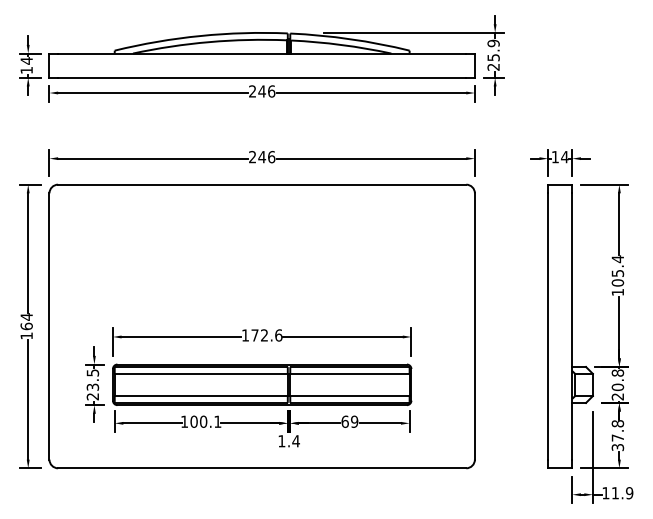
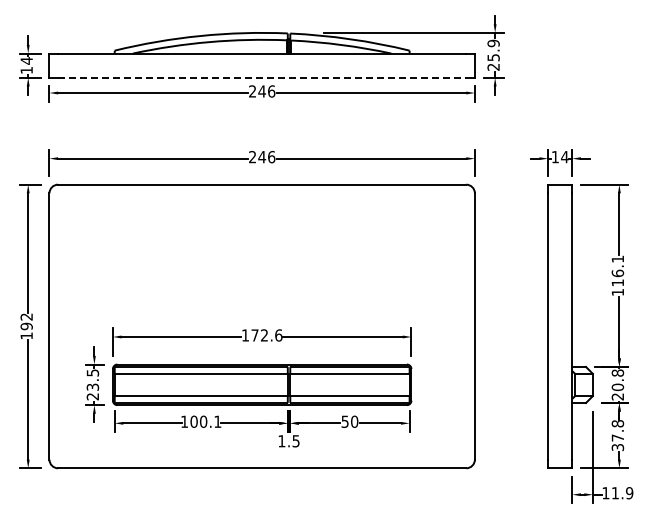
line at (262, 77): solid -> dashed
text at (617, 270): 105.4 -> 116.1
text at (26, 321): 164 -> 192
text at (349, 421): 69 -> 50
text at (295, 441): 1.4 -> 1.5
